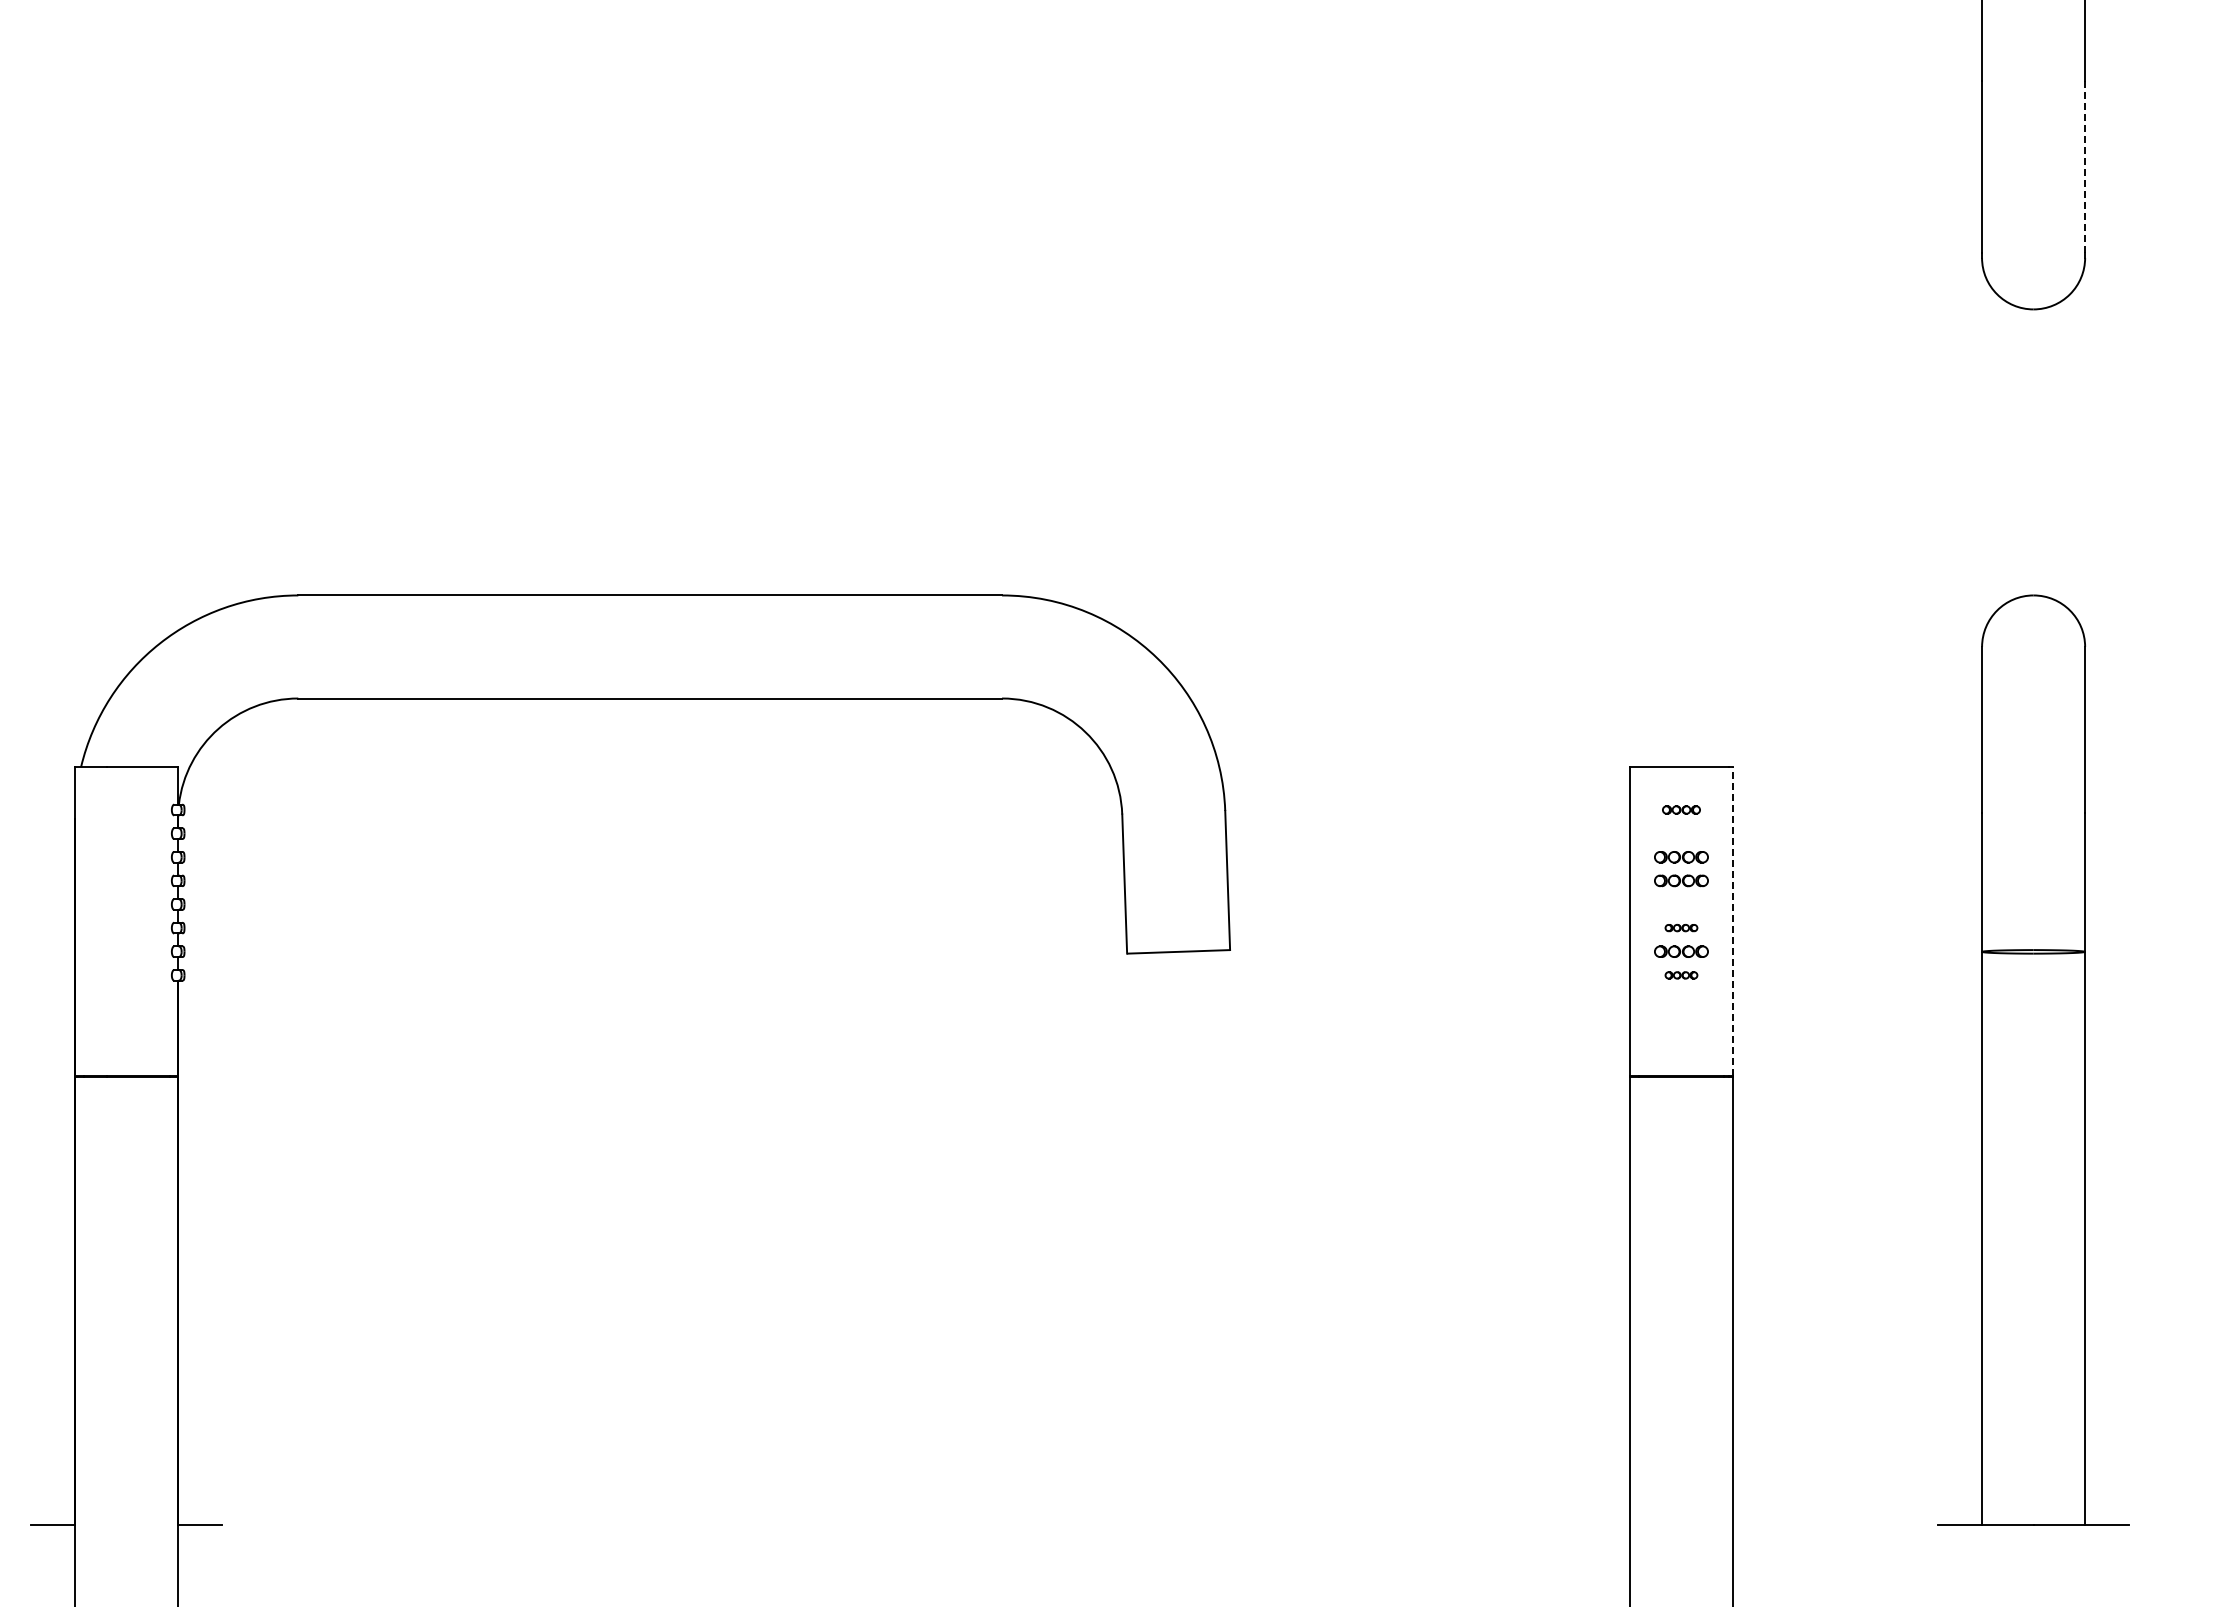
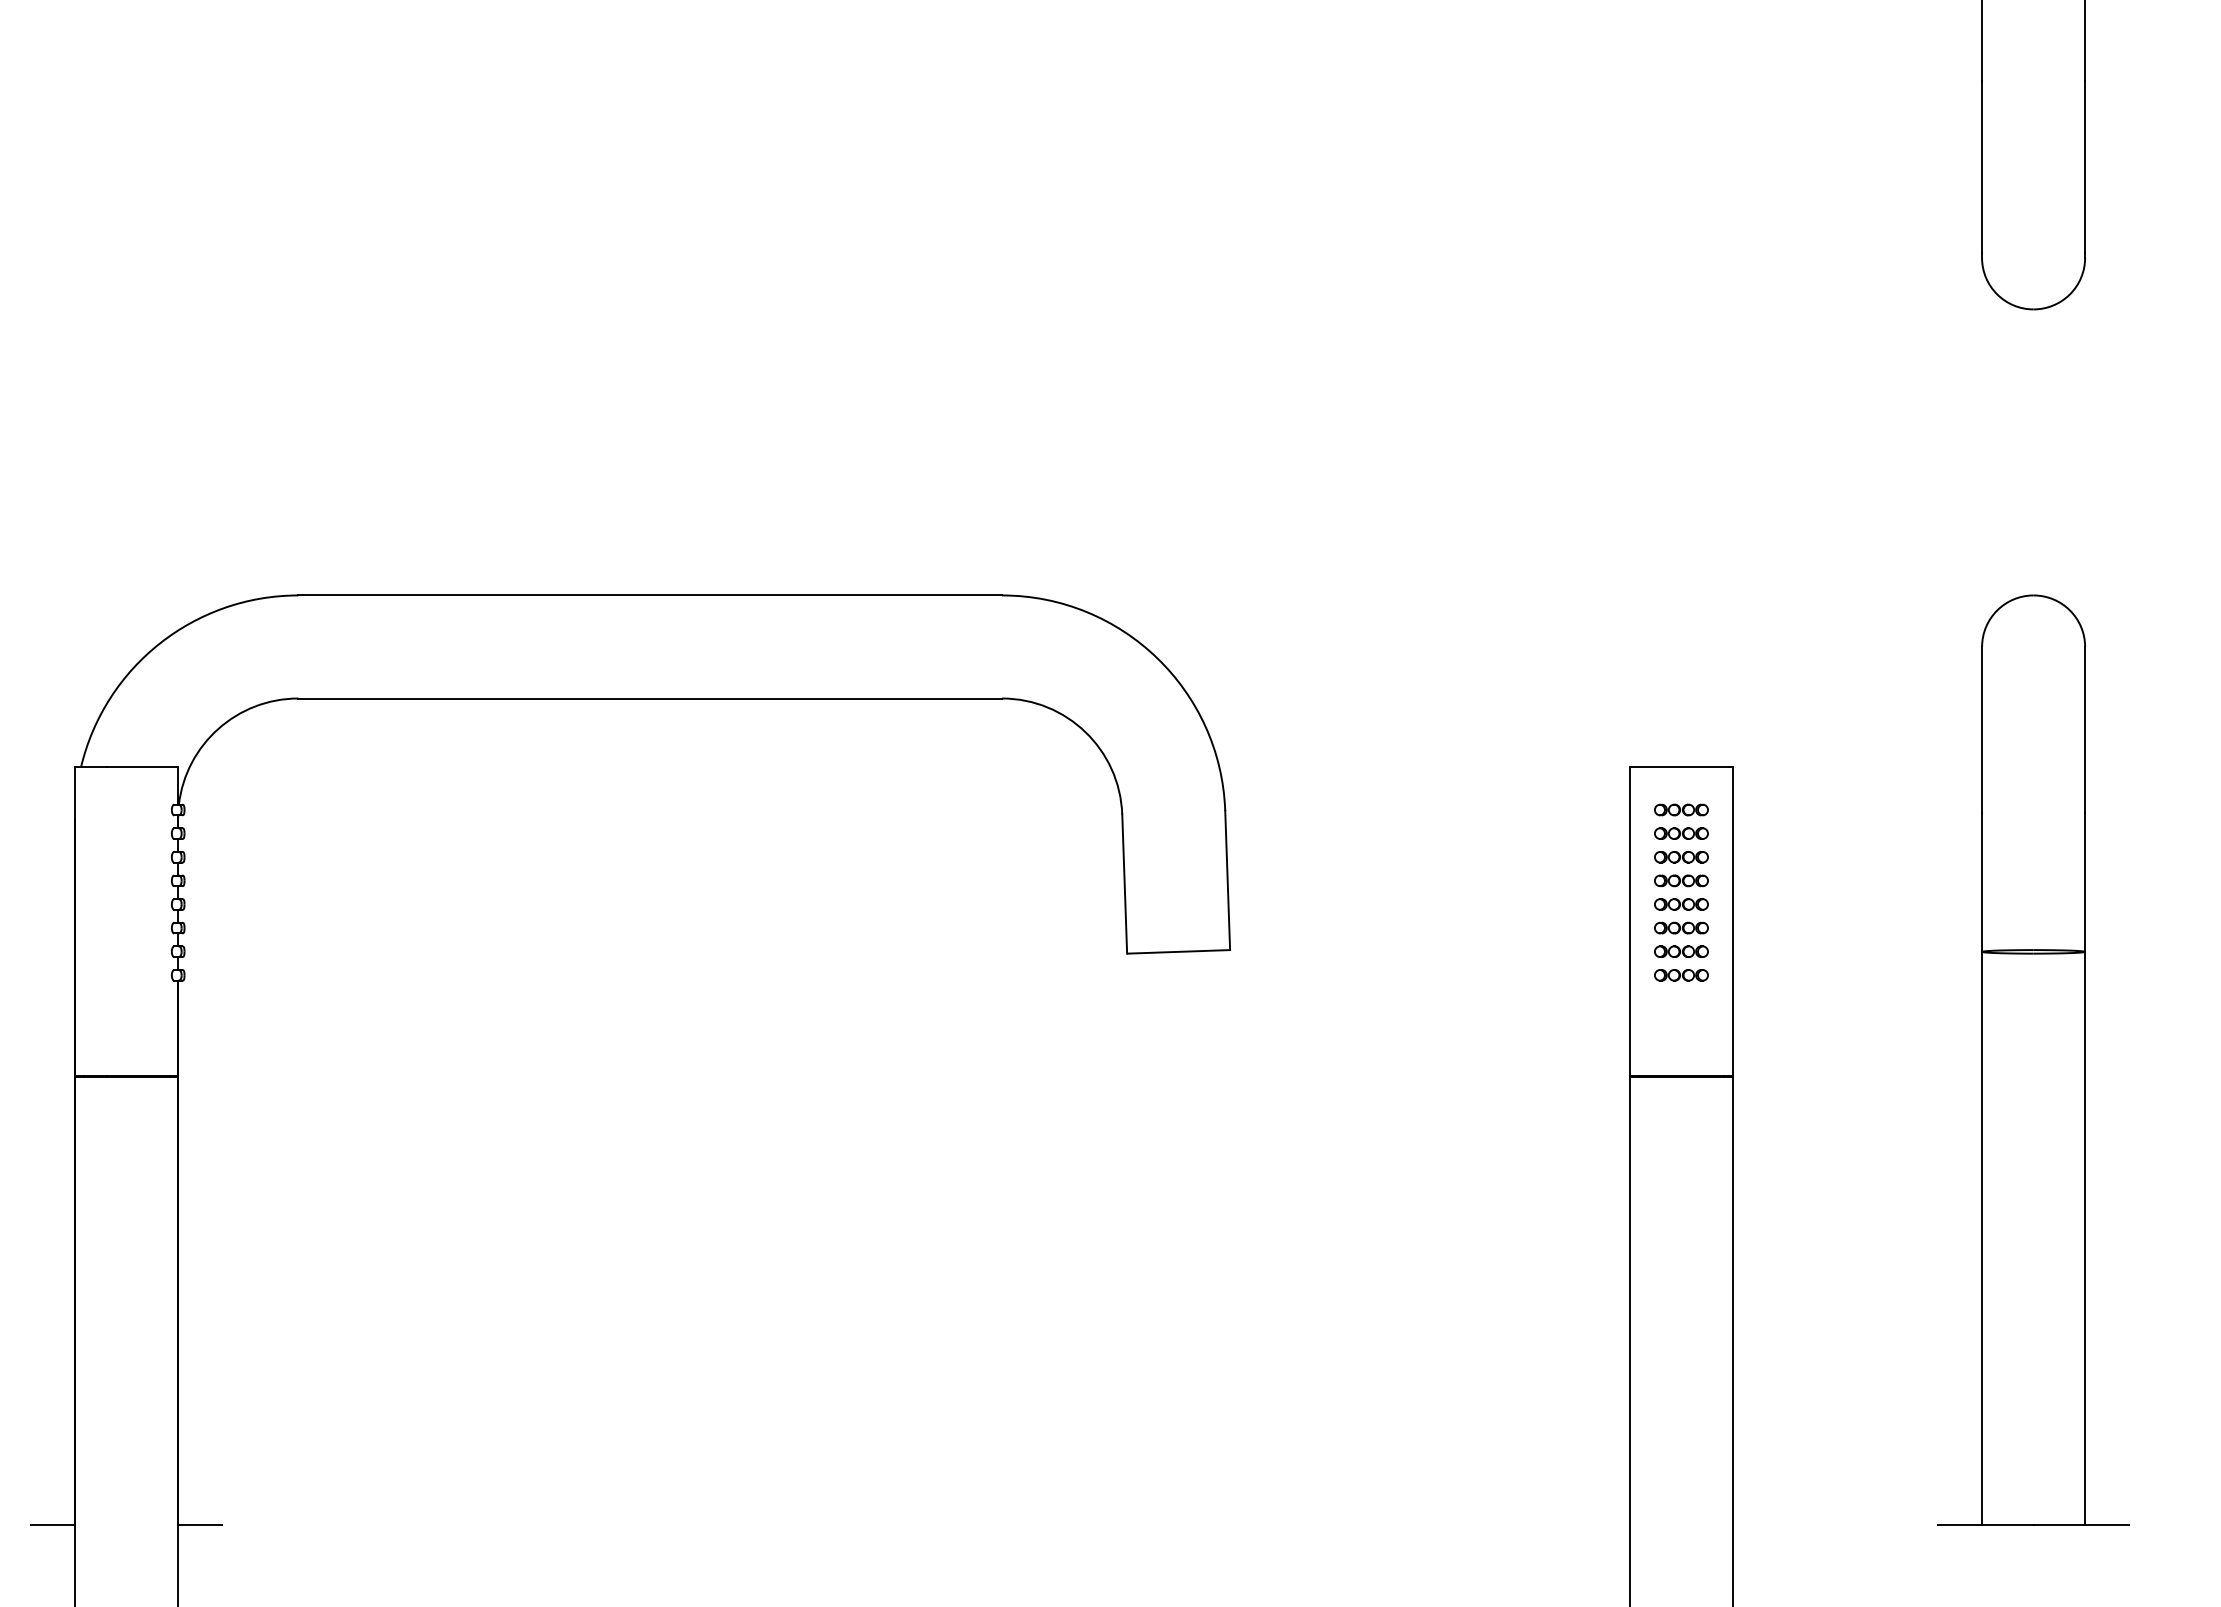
line at (2085, 167): dashed -> solid
part at (1681, 809) size: 39x10 px -> 55x14 px
part at (1681, 833): none -> present
part at (1681, 904): none -> present
line at (1733, 921): dashed -> solid
part at (1681, 928) size: 35x9 px -> 55x14 px
part at (1681, 975) size: 35x9 px -> 55x13 px
